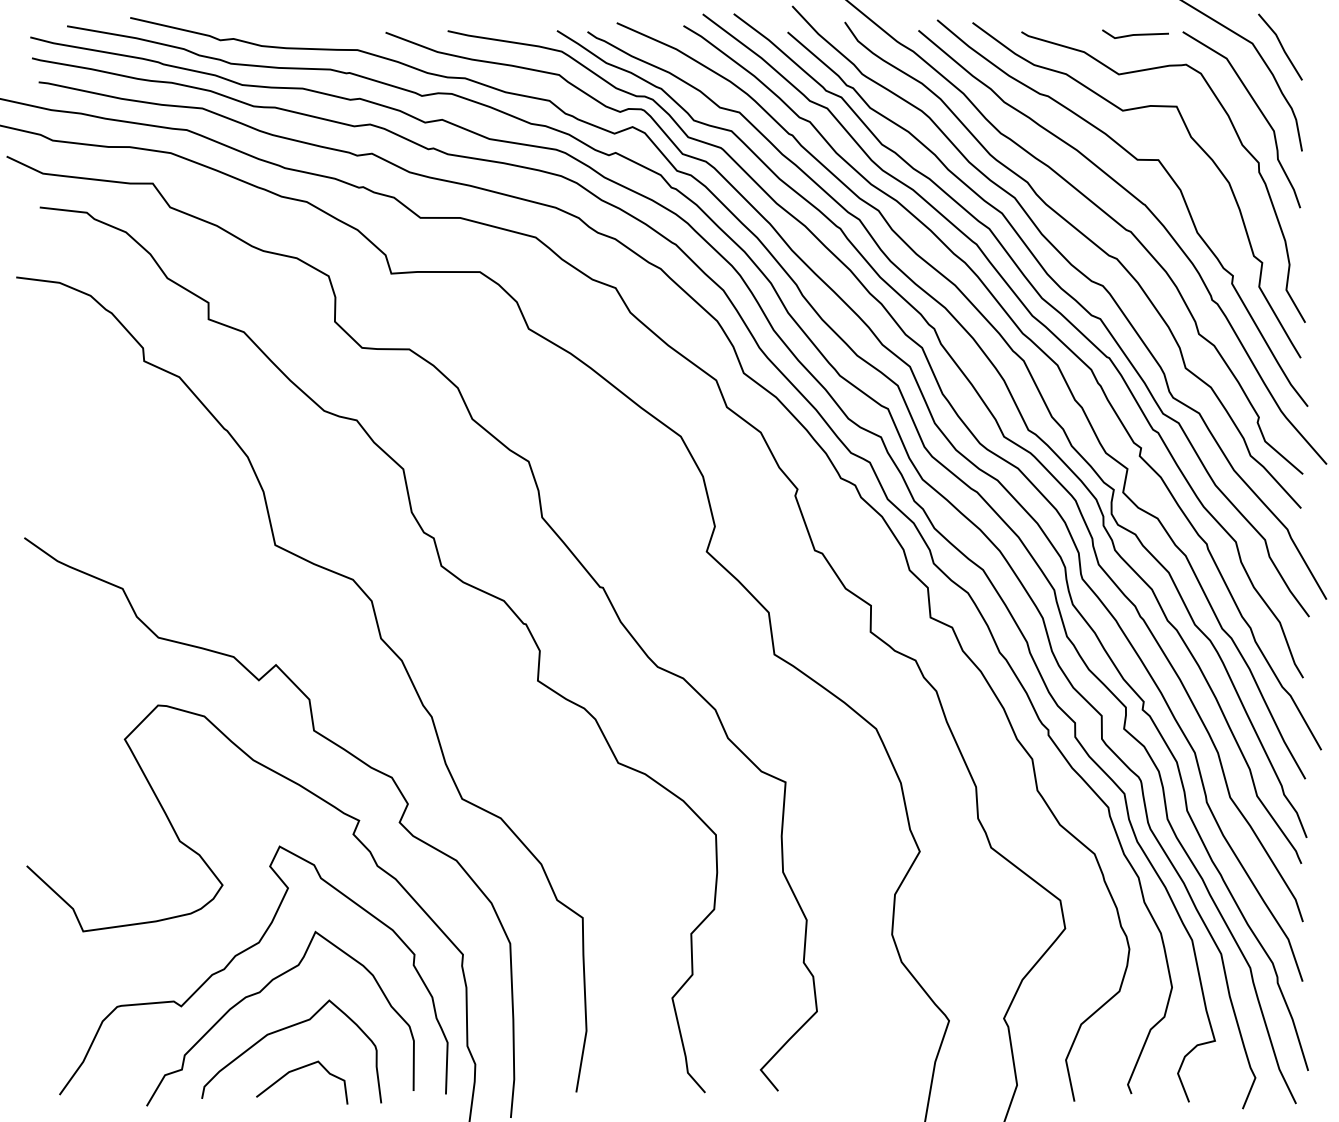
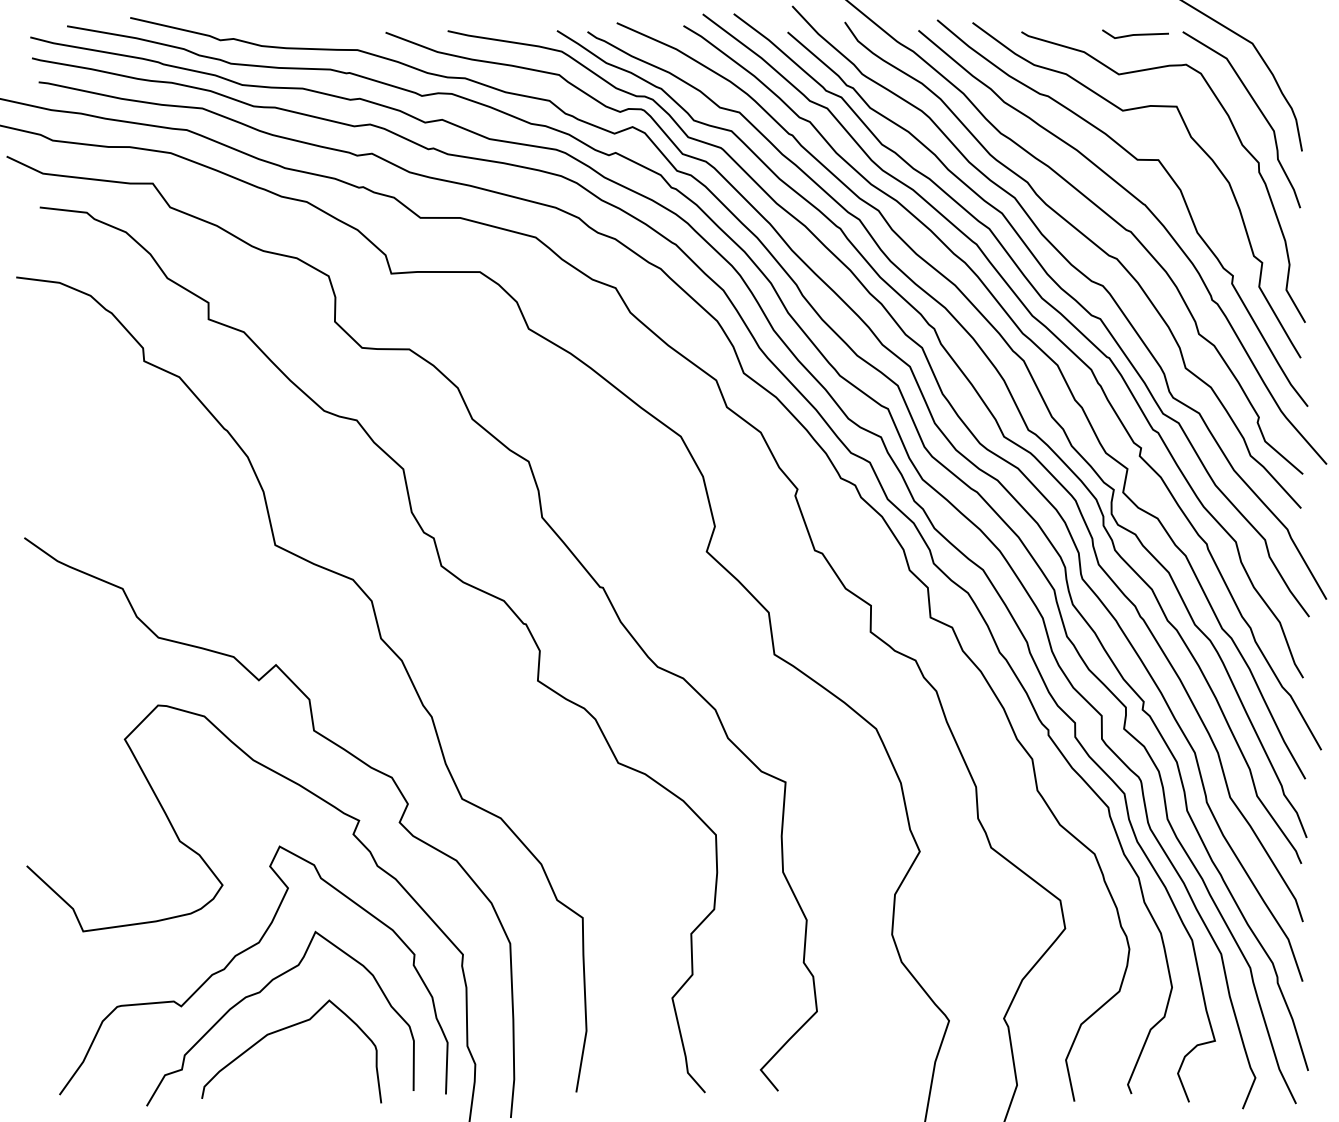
line at (1280, 45): present -> none
curve at (299, 1069): present -> none
